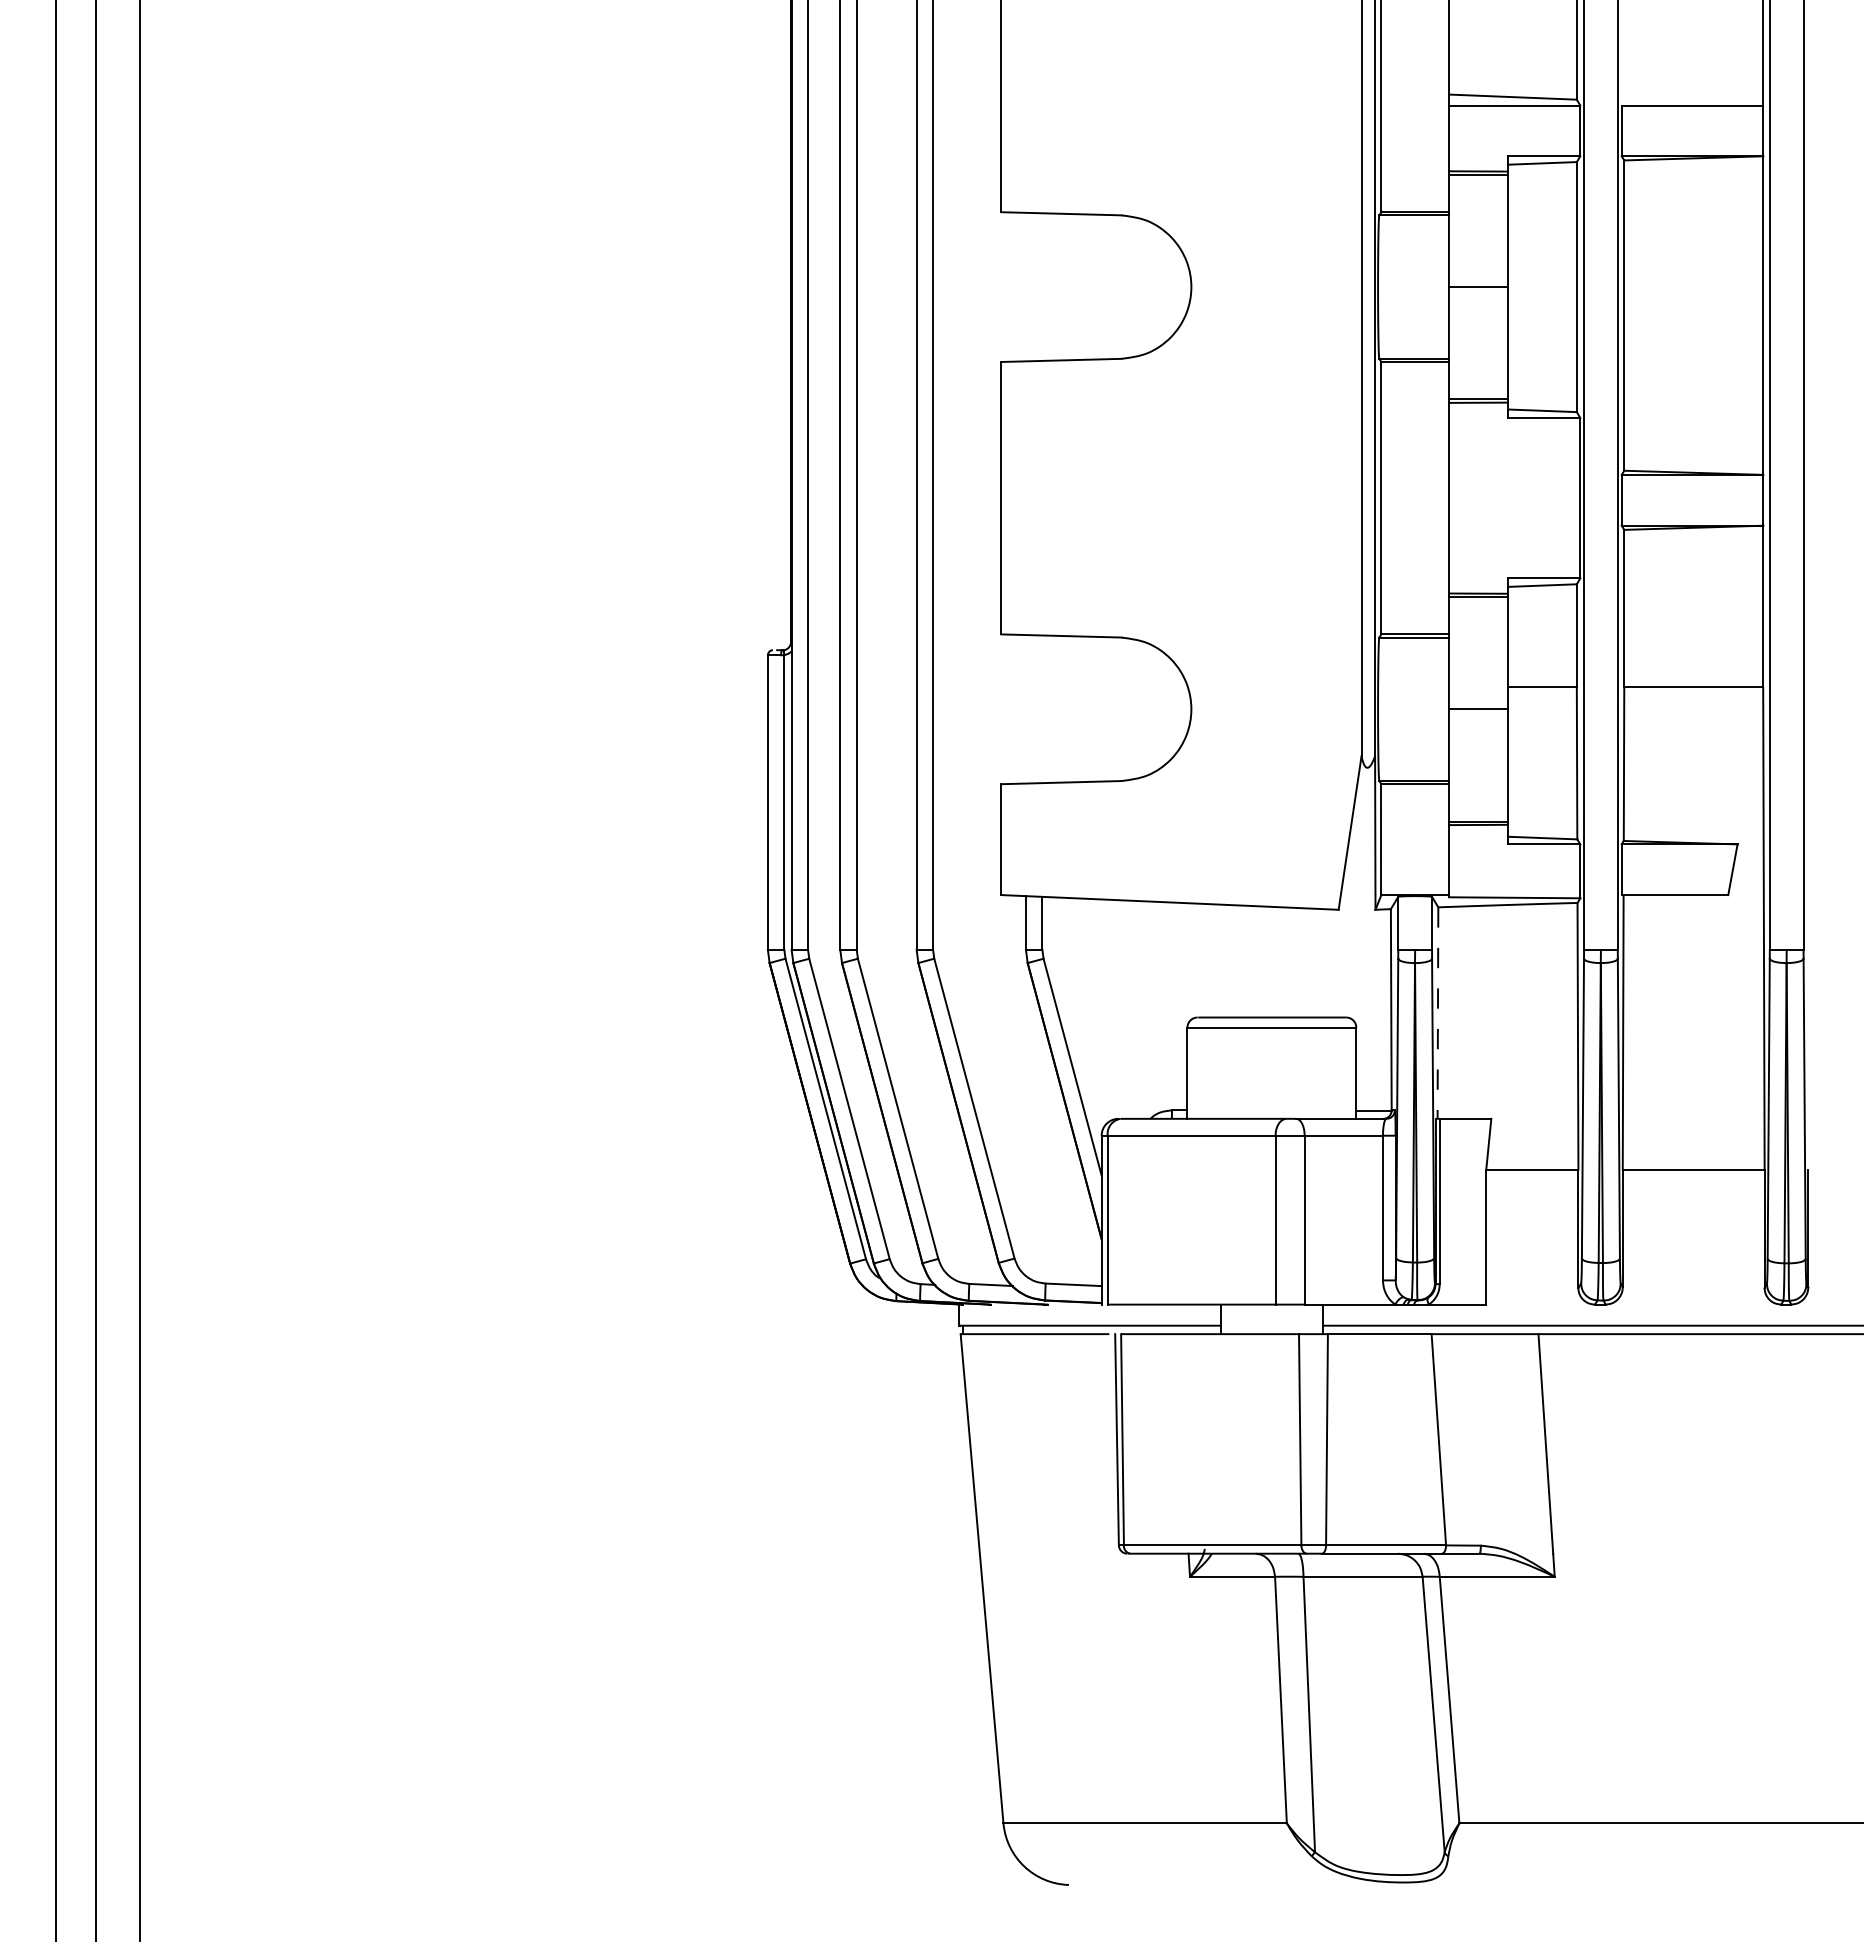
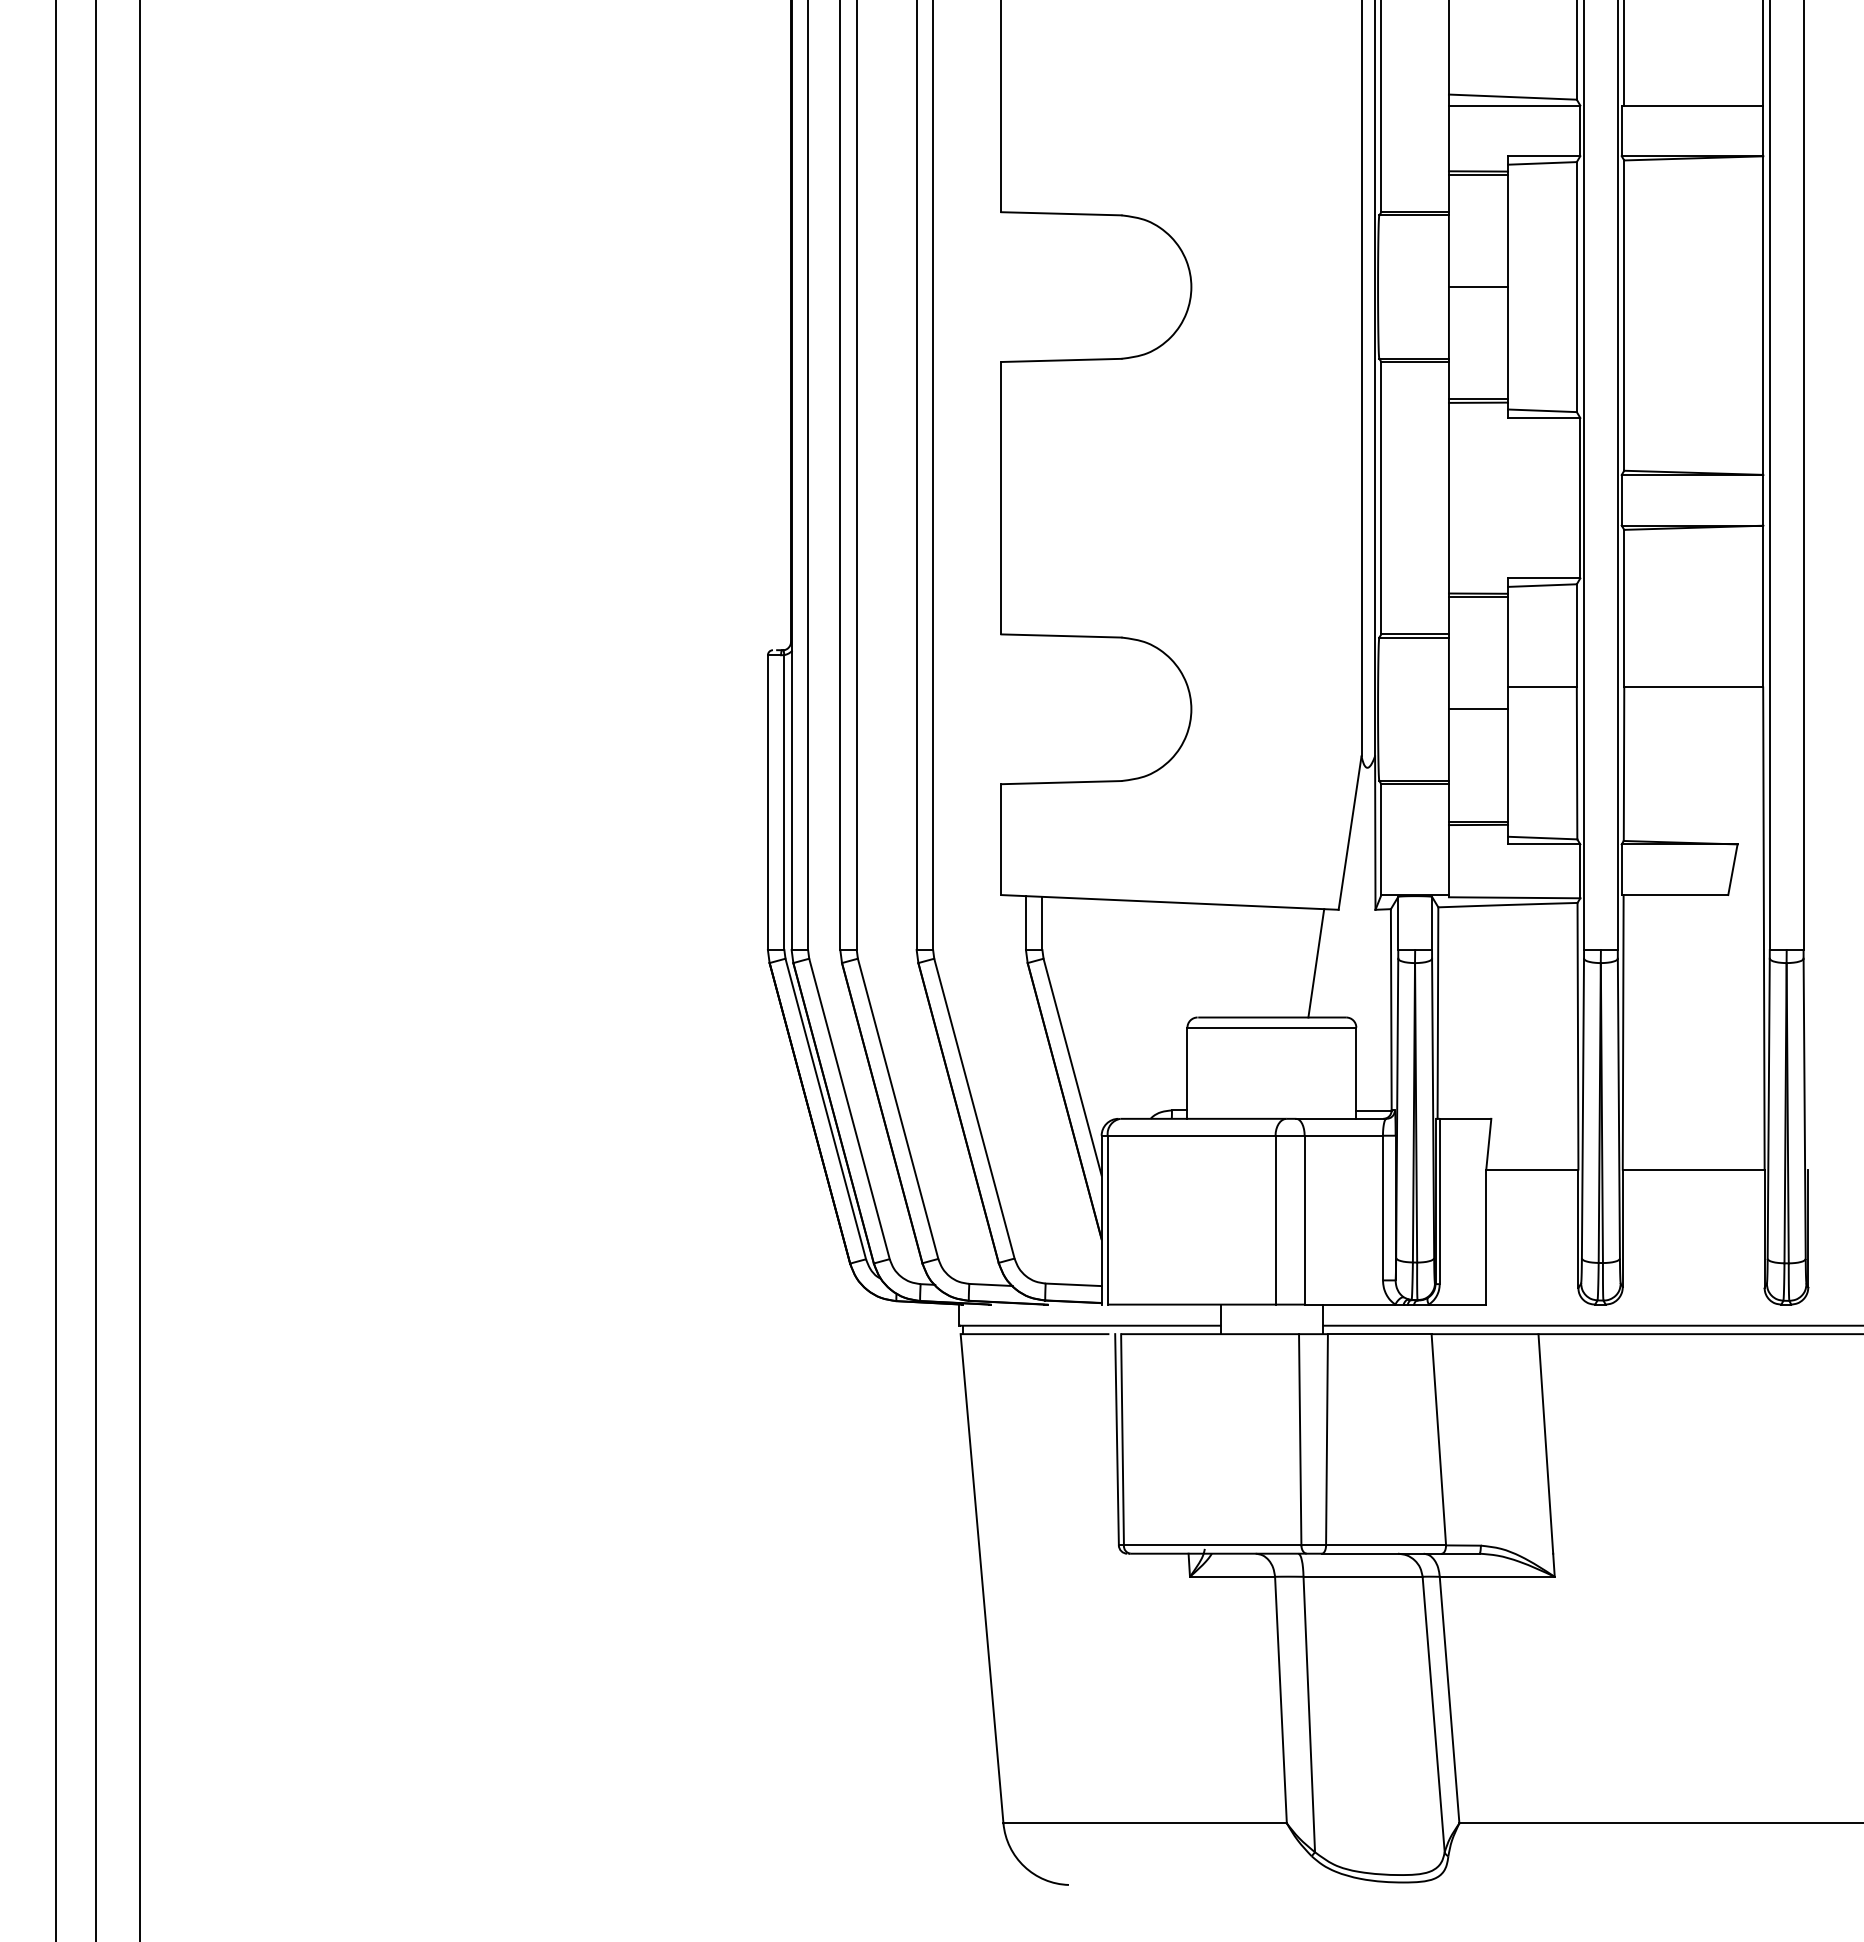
line at (1624, 53): none -> present
line at (1316, 963): none -> present
line at (1437, 1013): dashed -> solid
